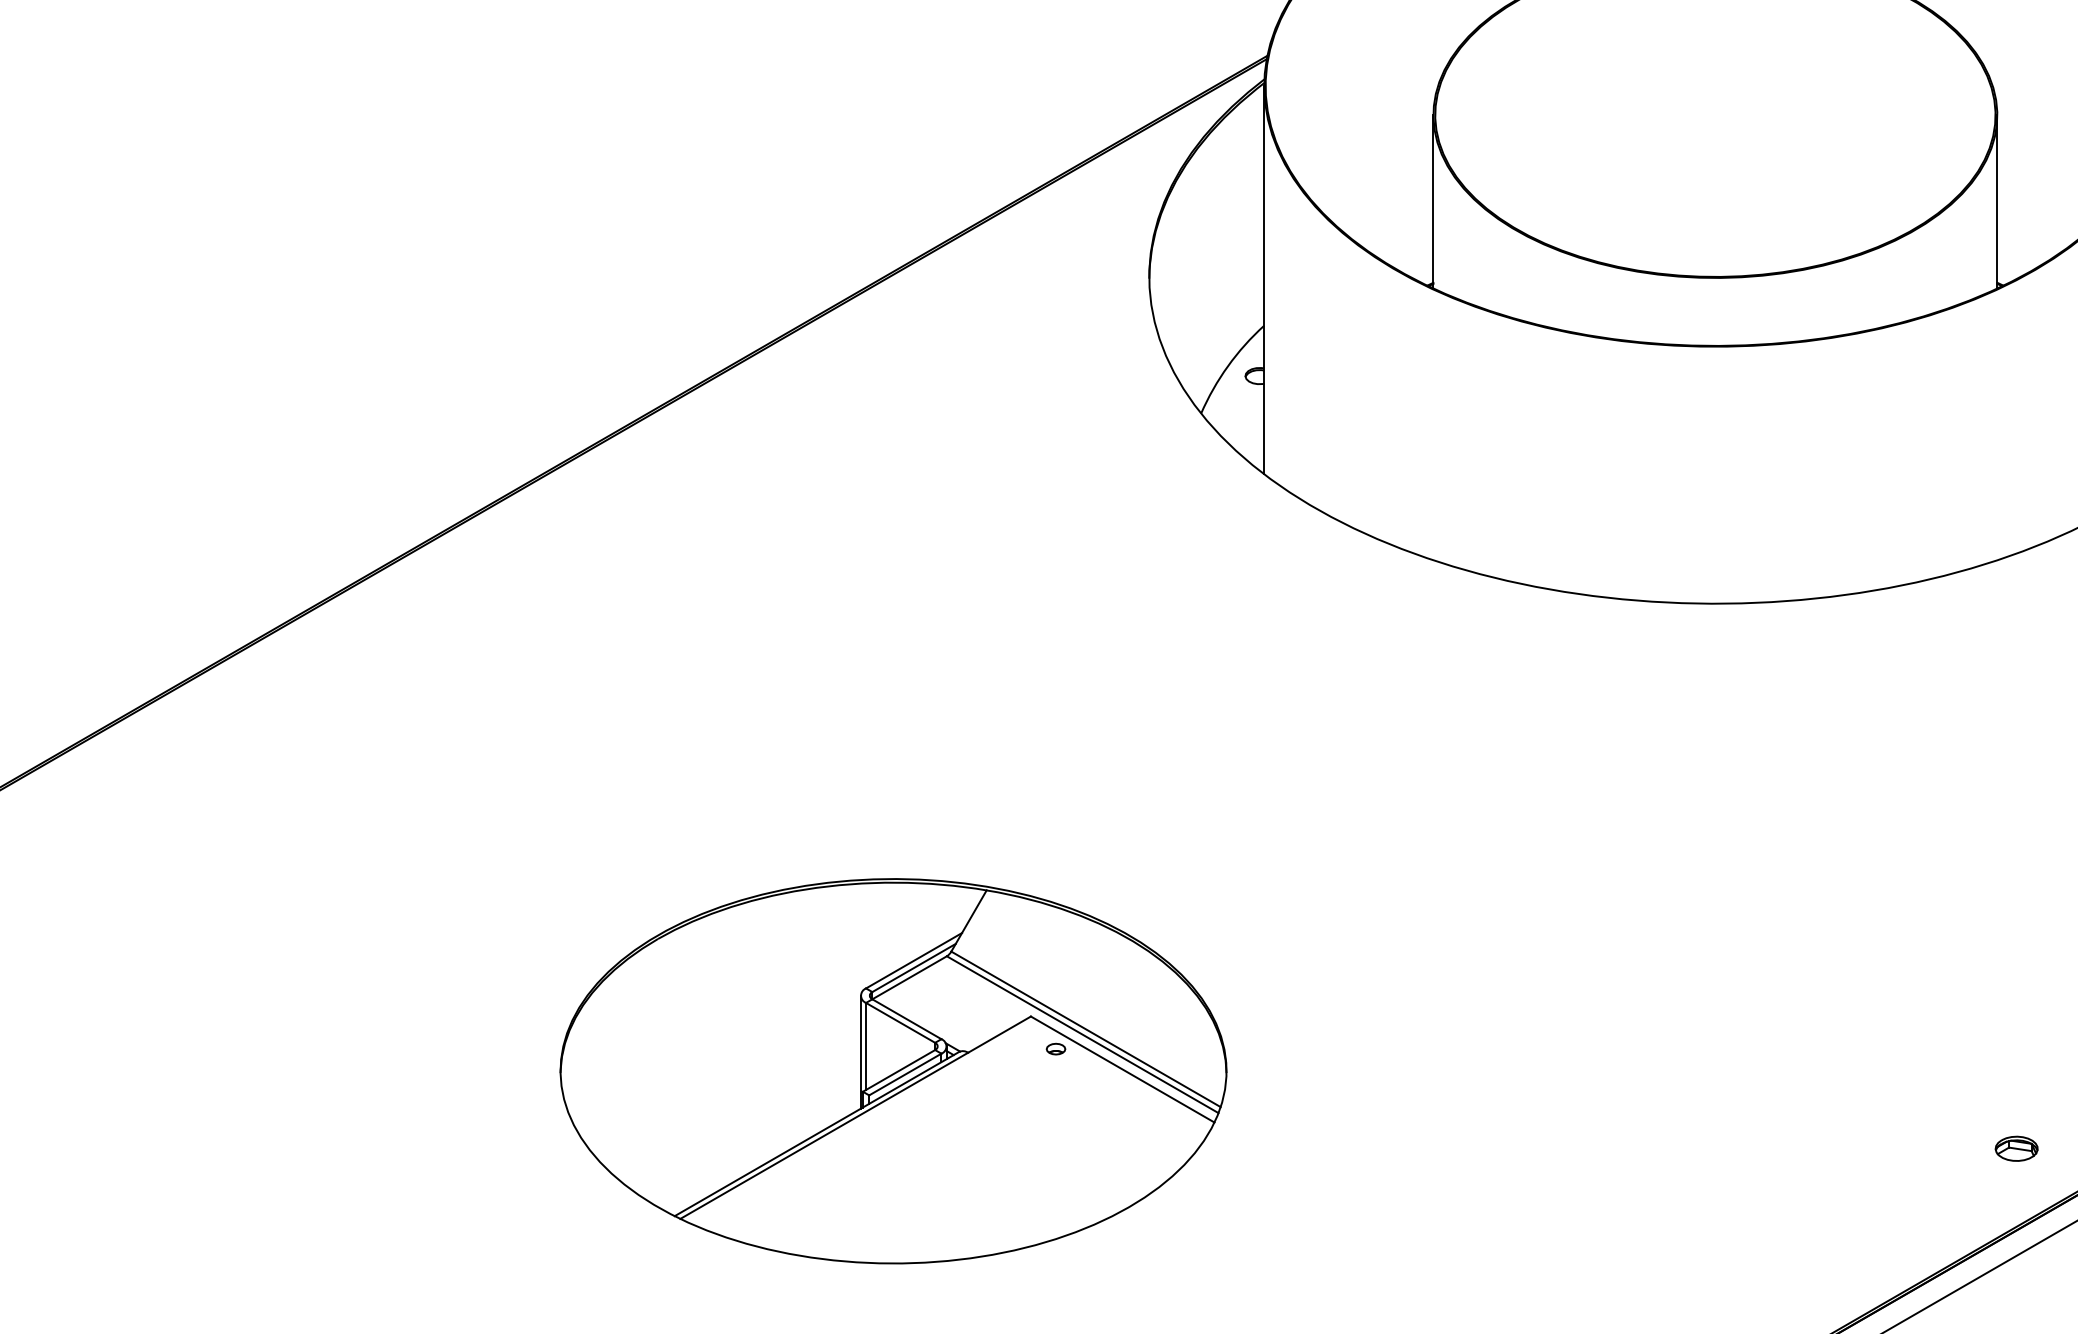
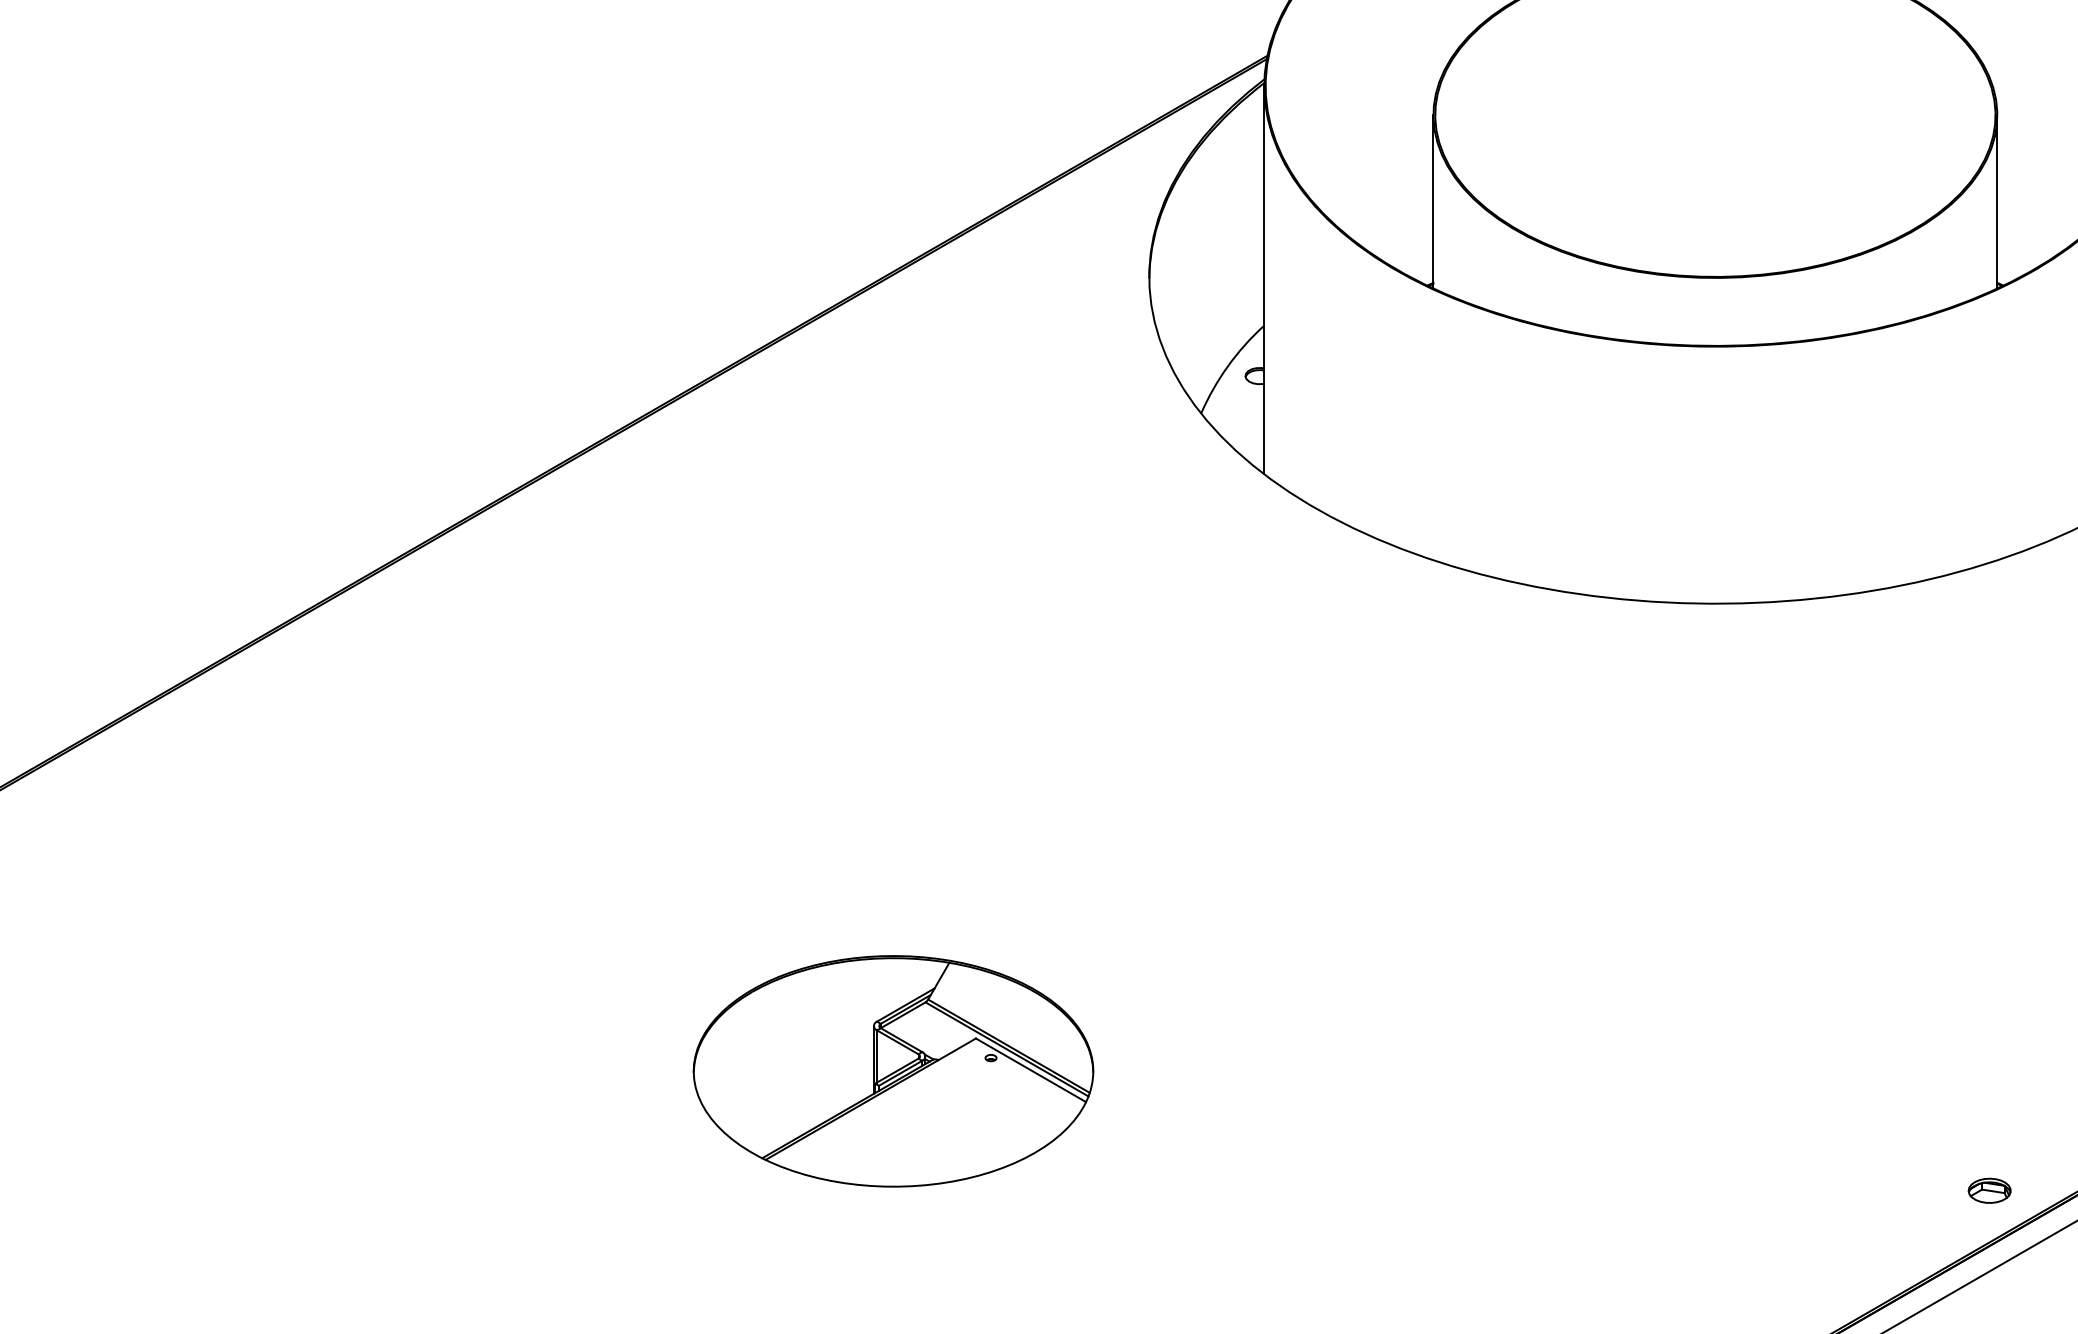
part at (893, 1071) size: 669x387 px -> 403x233 px
part at (2016, 1148) position: (2016, 1148) -> (1989, 1190)
